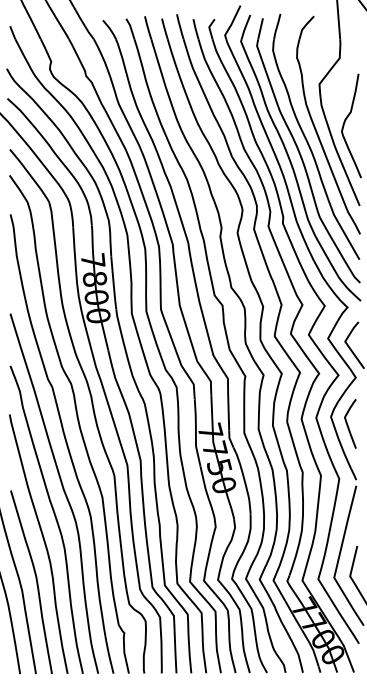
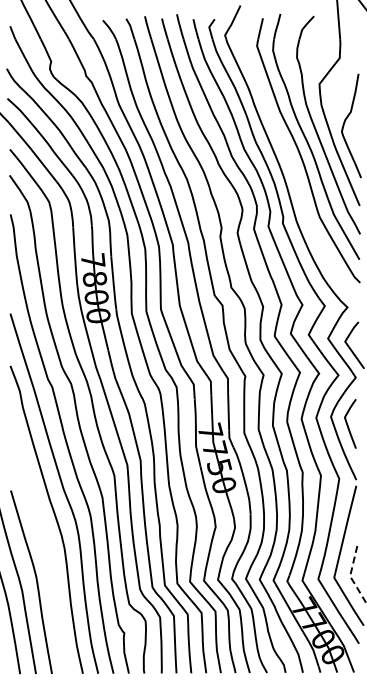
part at (291, 161): present -> none
curve at (43, 541): present -> none
line at (350, 577): solid -> dashed
